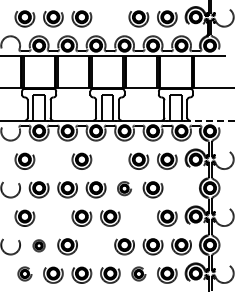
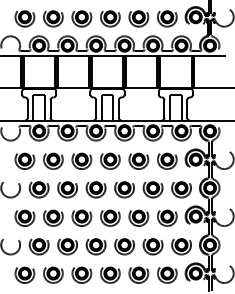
part at (110, 18): none -> present
line at (210, 120): dashed -> solid
part at (53, 160): none -> present
part at (110, 160): none -> present
part at (124, 188) size: 15x16 px -> 21x18 px
part at (181, 189): none -> present
part at (53, 217): none -> present
part at (138, 217): none -> present
part at (38, 245) size: 14x14 px -> 22x18 px
part at (95, 246): none -> present
part at (24, 273) size: 16x16 px -> 22x18 px
part at (138, 273) size: 16x16 px -> 22x18 px
